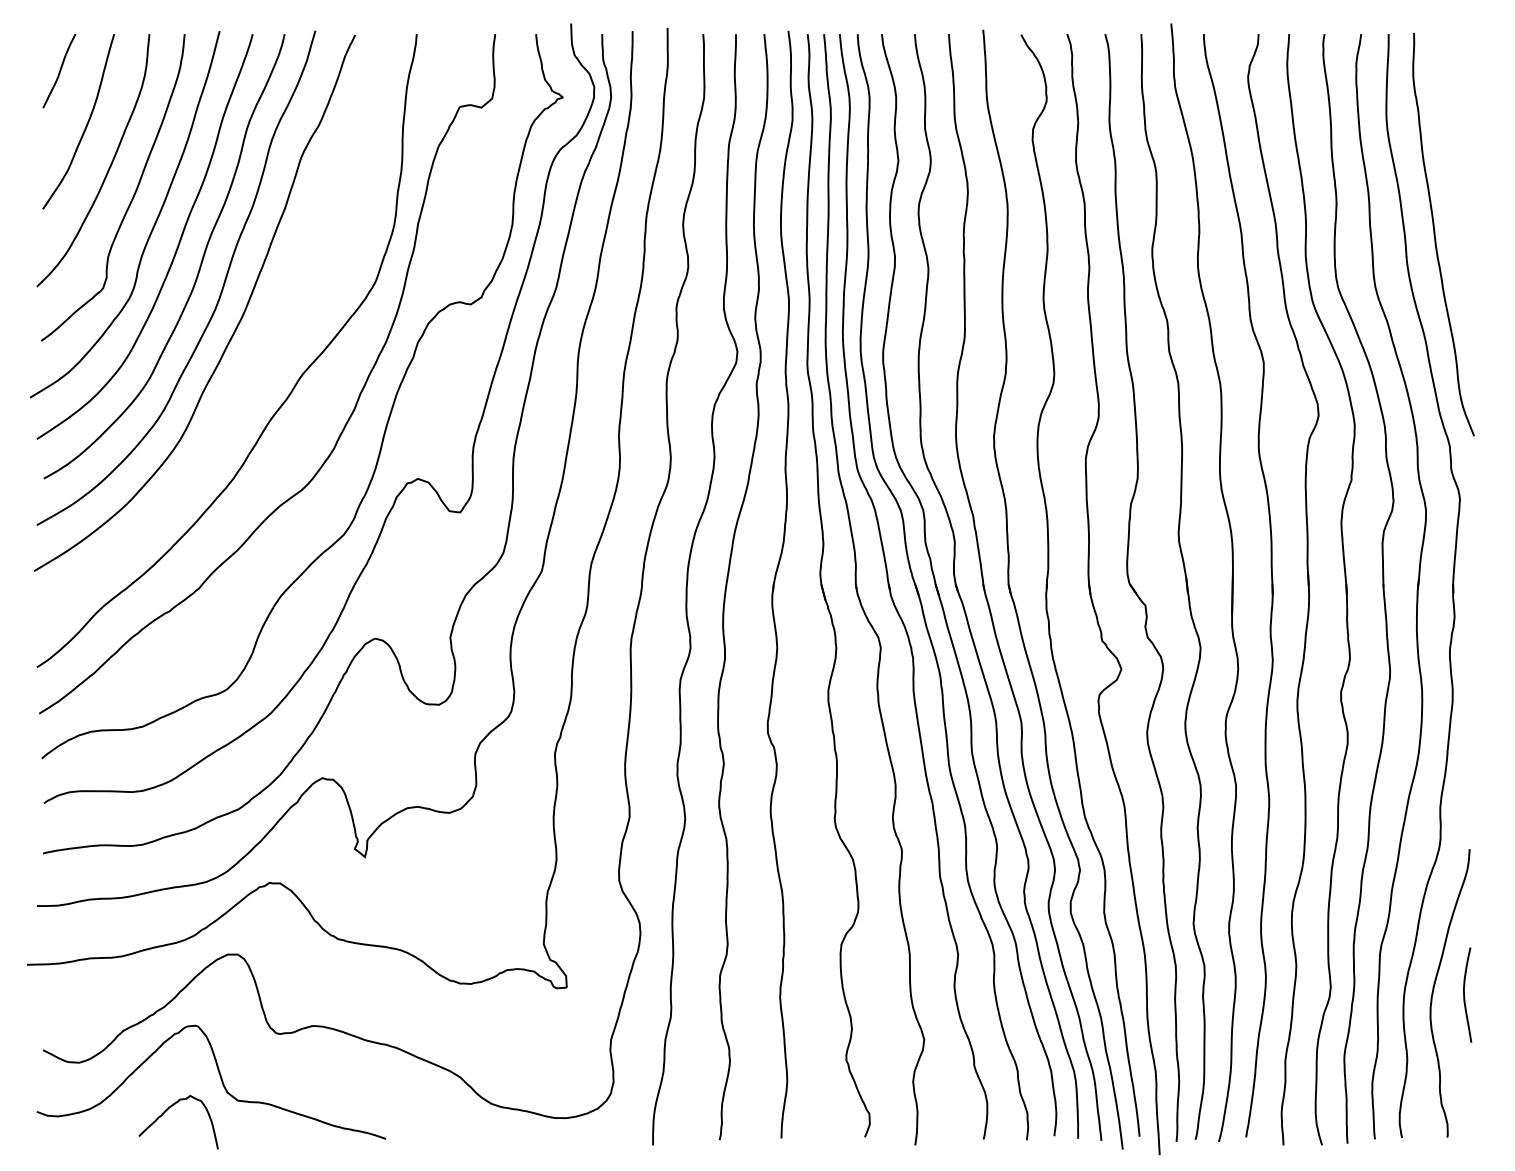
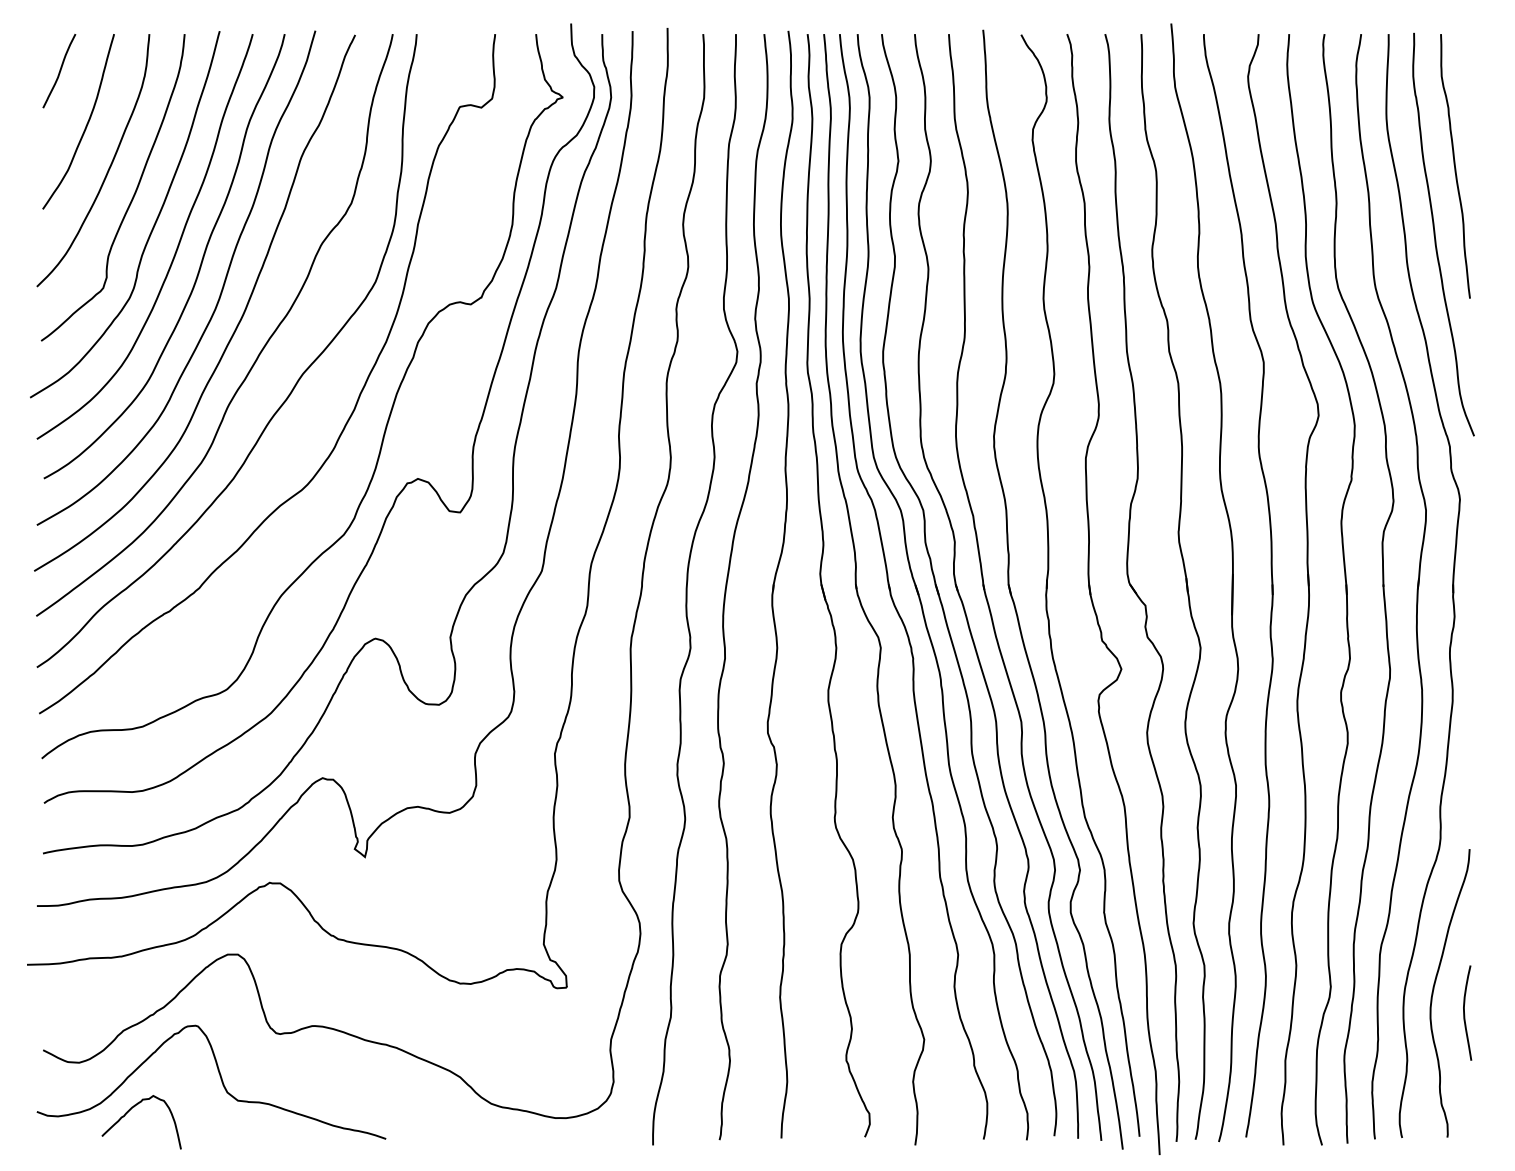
curve at (1455, 166): none -> present
curve at (260, 350): none -> present
curve at (1465, 996) position: (1465, 996) -> (1465, 1014)
curve at (167, 1110) position: (167, 1110) -> (130, 1110)
